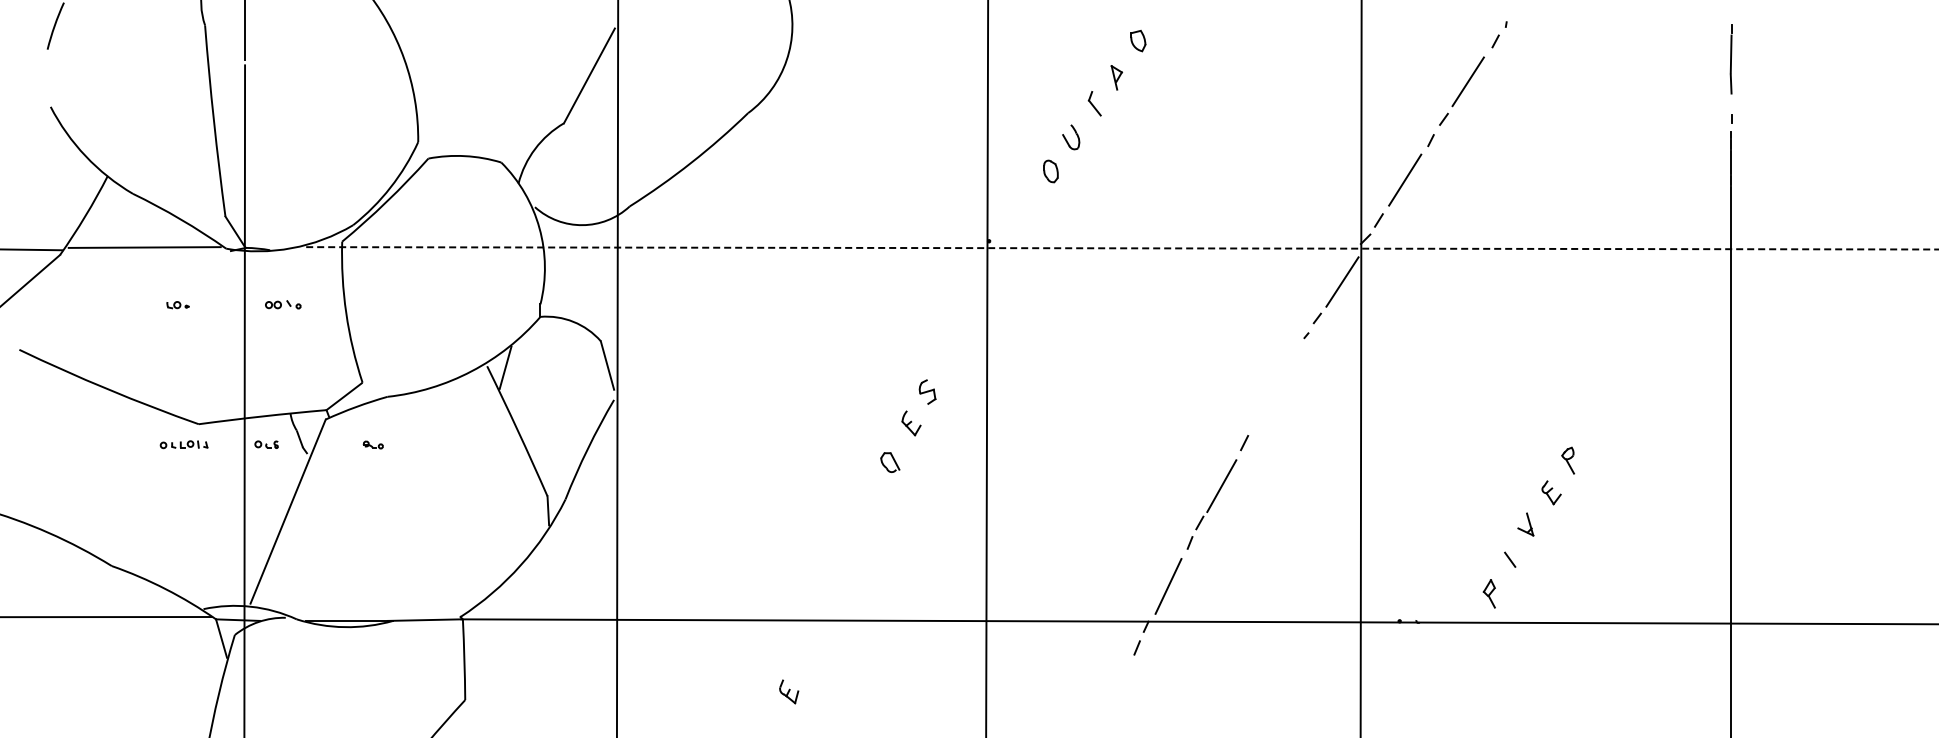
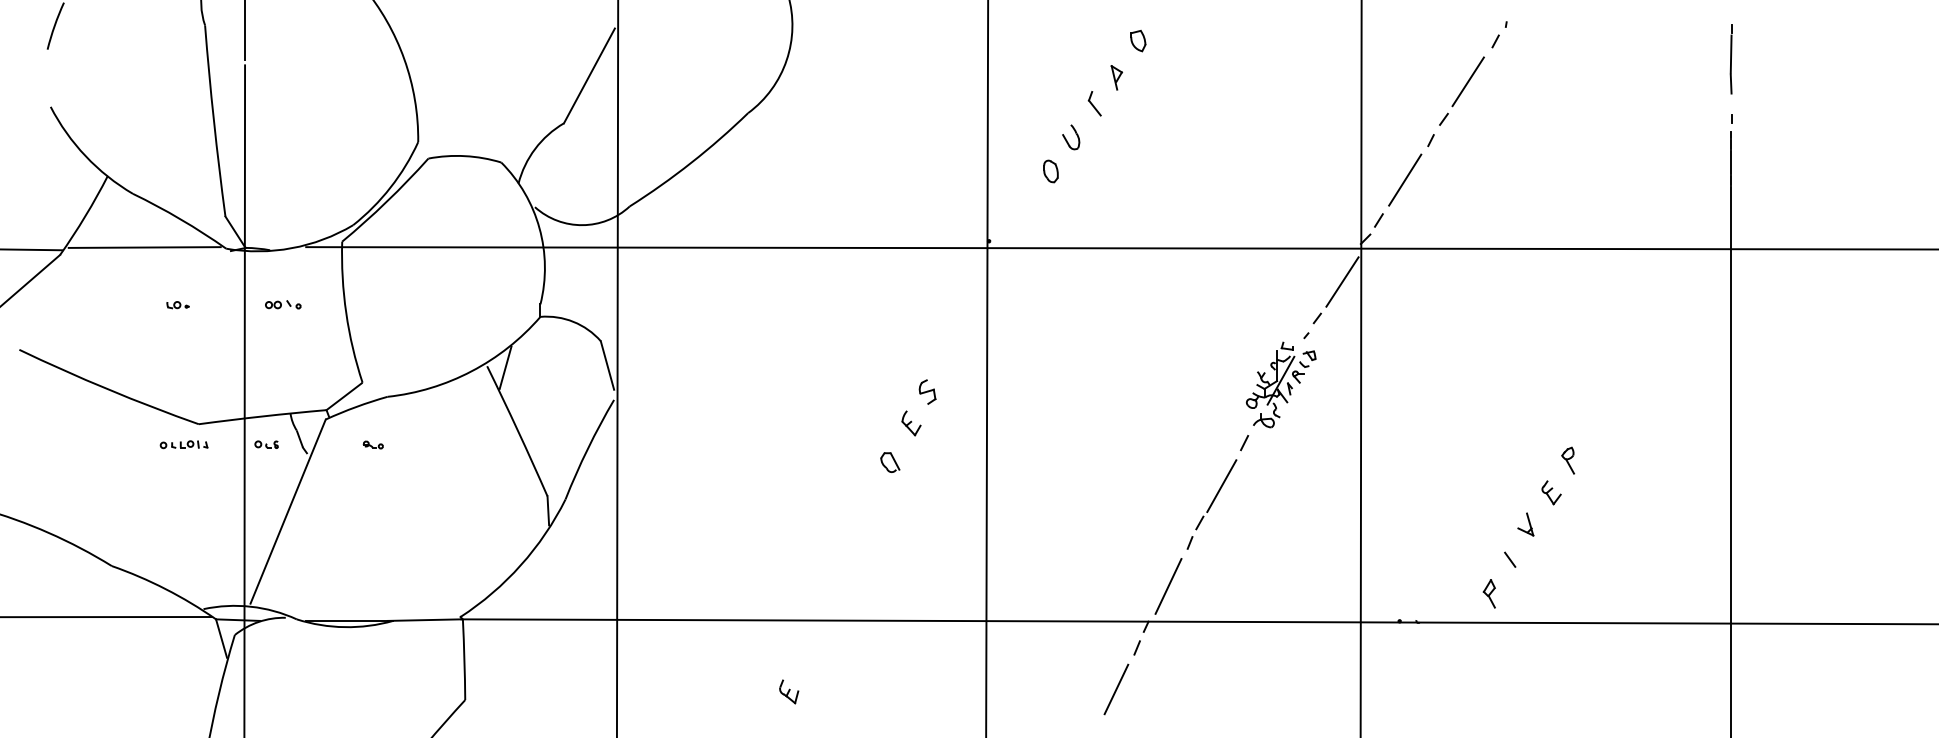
line at (1122, 248): dashed -> solid
part at (1280, 384): none -> present
line at (1116, 689): none -> present
